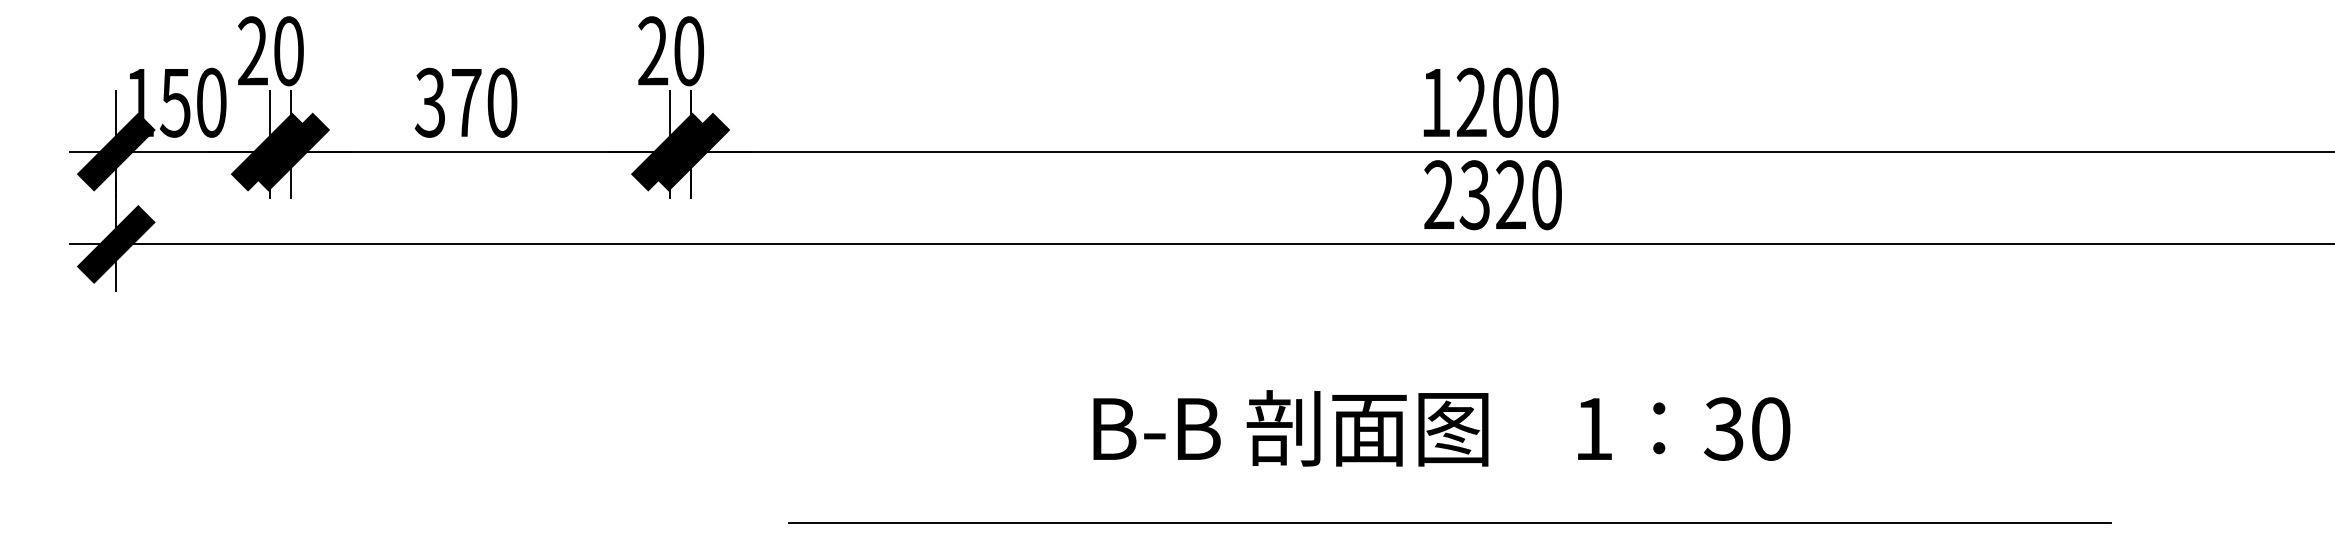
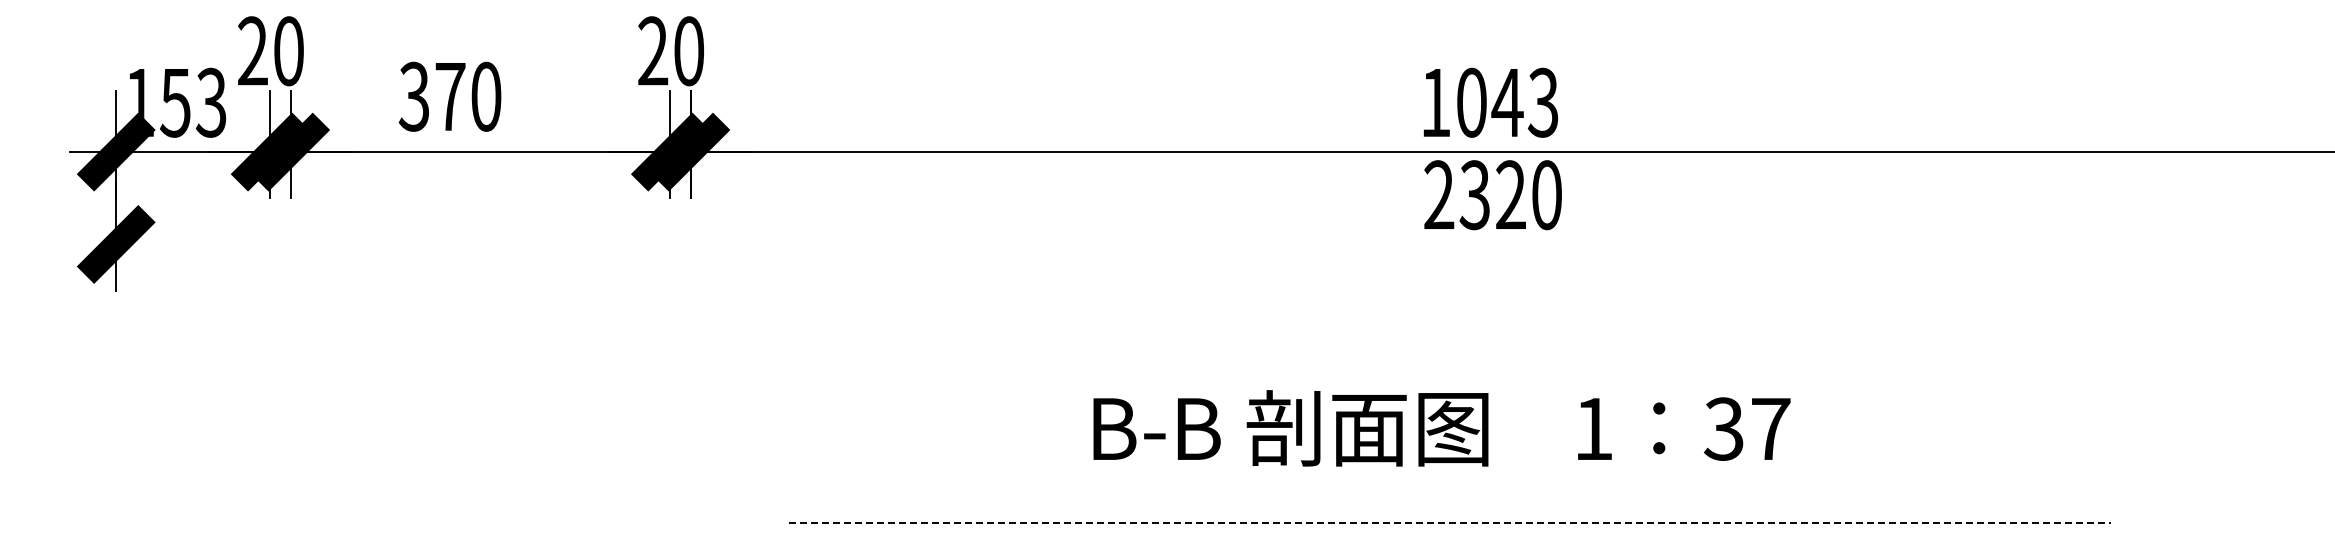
text at (210, 102): 150 -> 153
text at (465, 102) position: (465, 102) -> (449, 96)
text at (1507, 102): 1200 -> 1043
line at (1200, 244): present -> none
text at (1771, 428): 30 -> 37
line at (1450, 522): solid -> dashed
